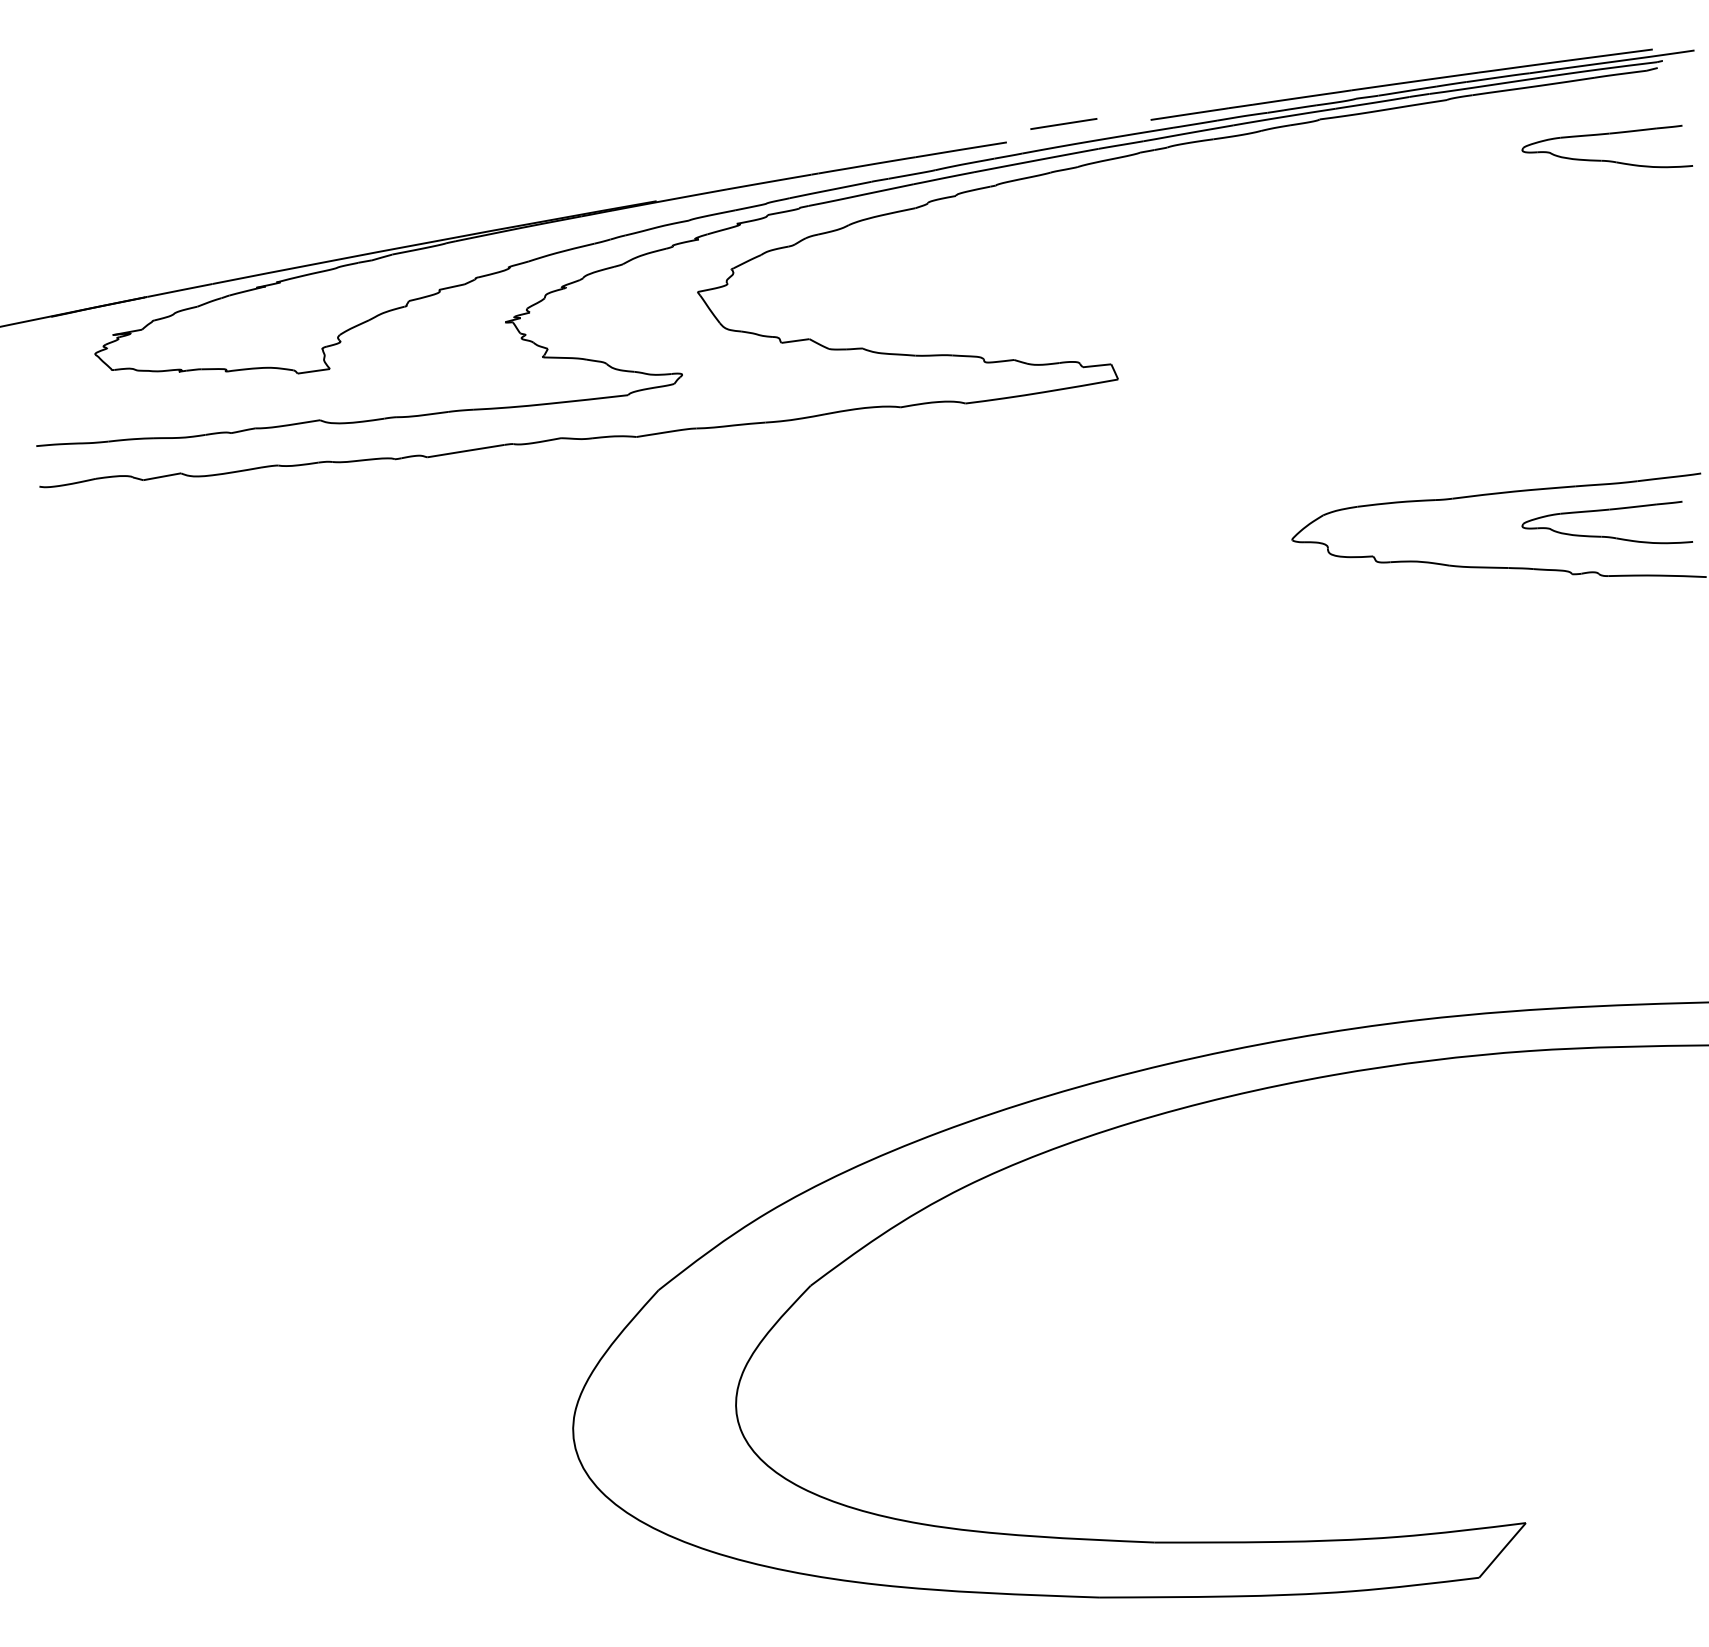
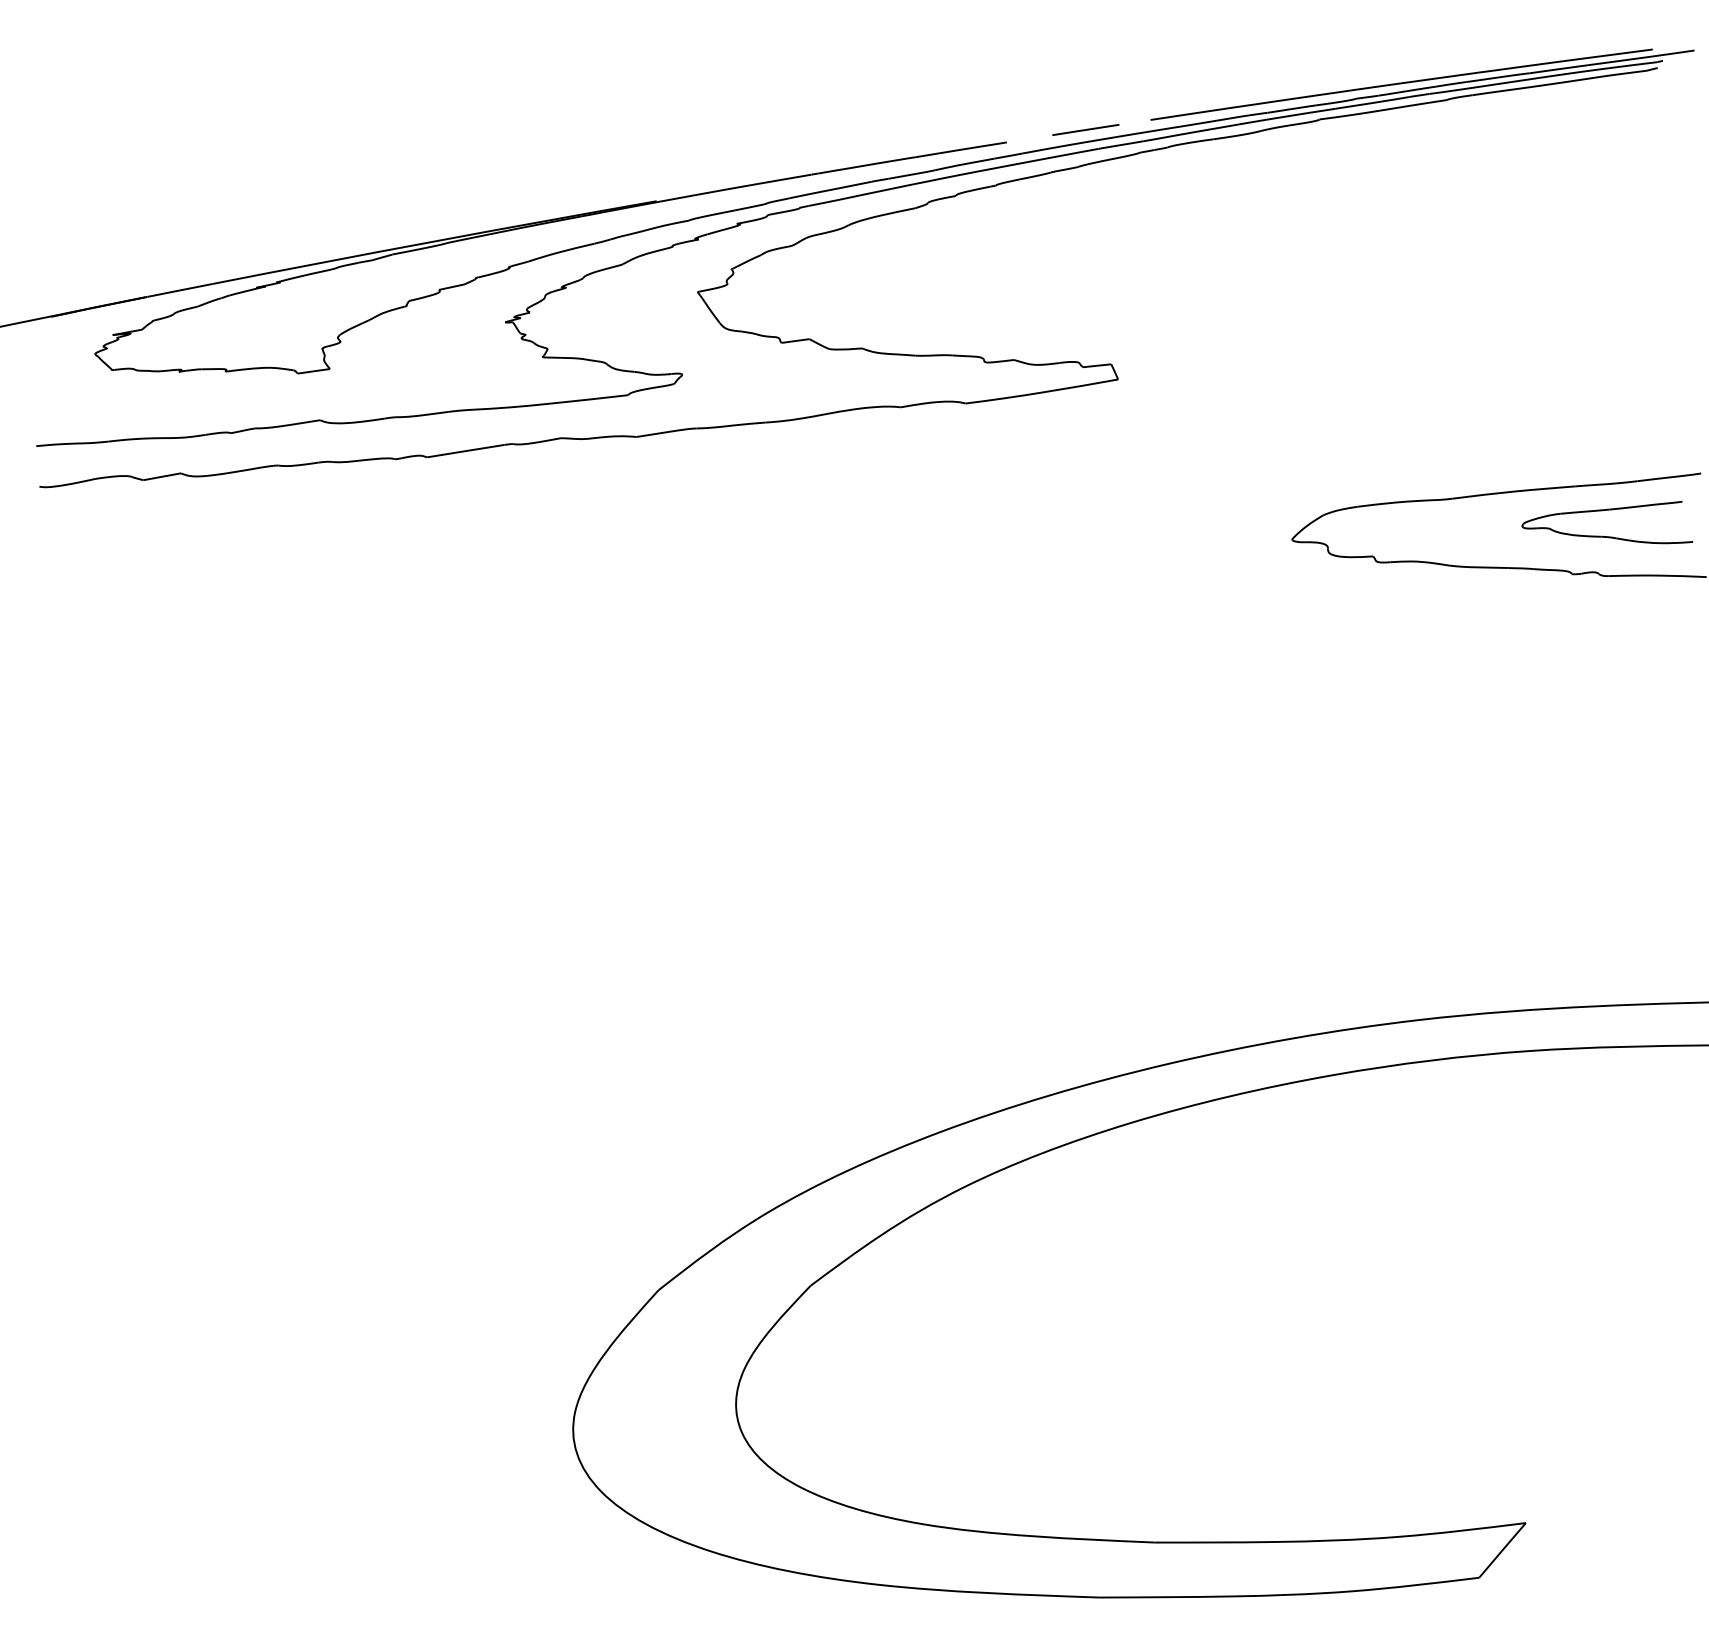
line at (1063, 123) position: (1063, 123) -> (1085, 129)
part at (1607, 134): present -> none
